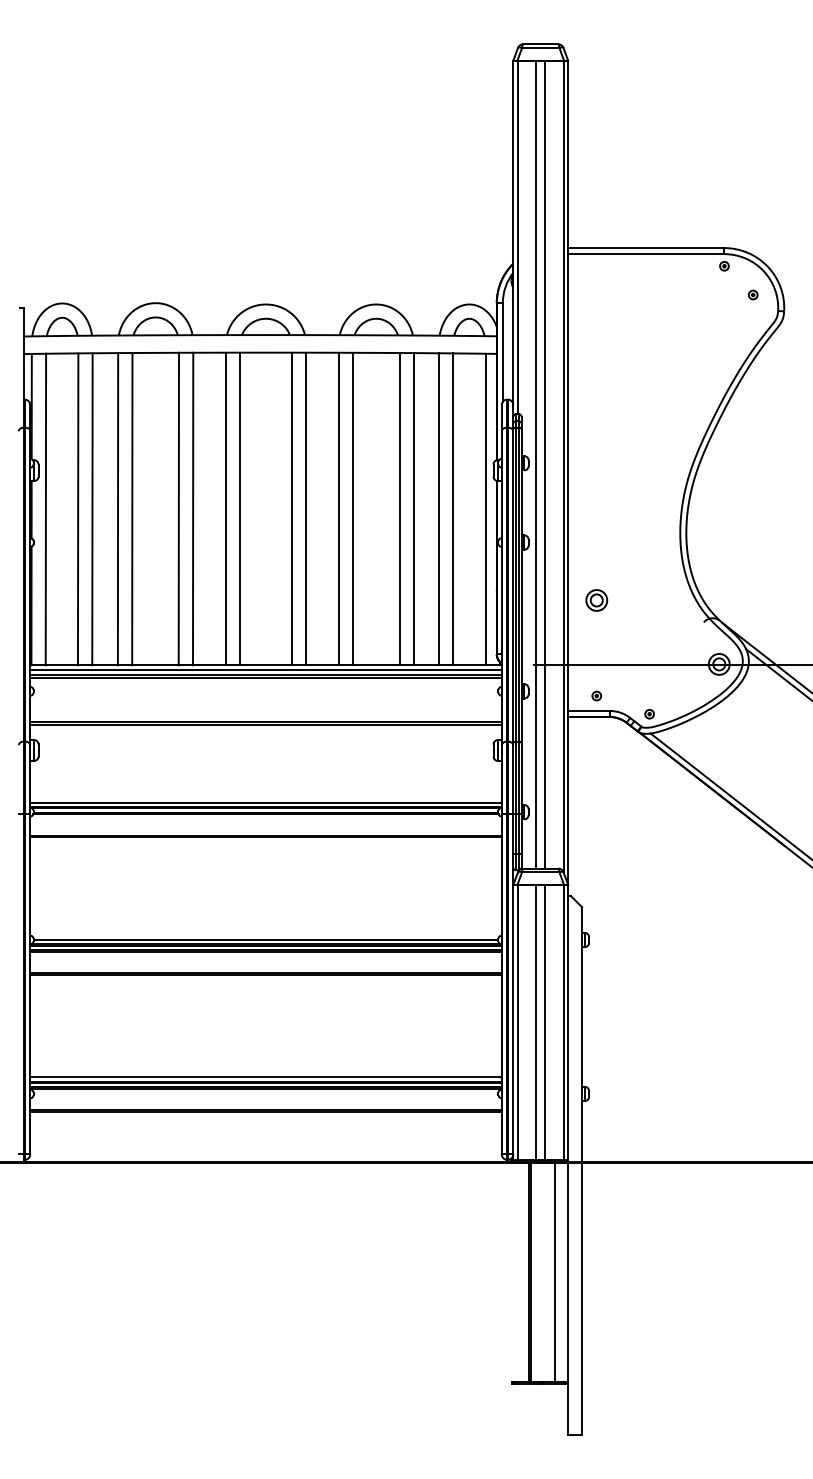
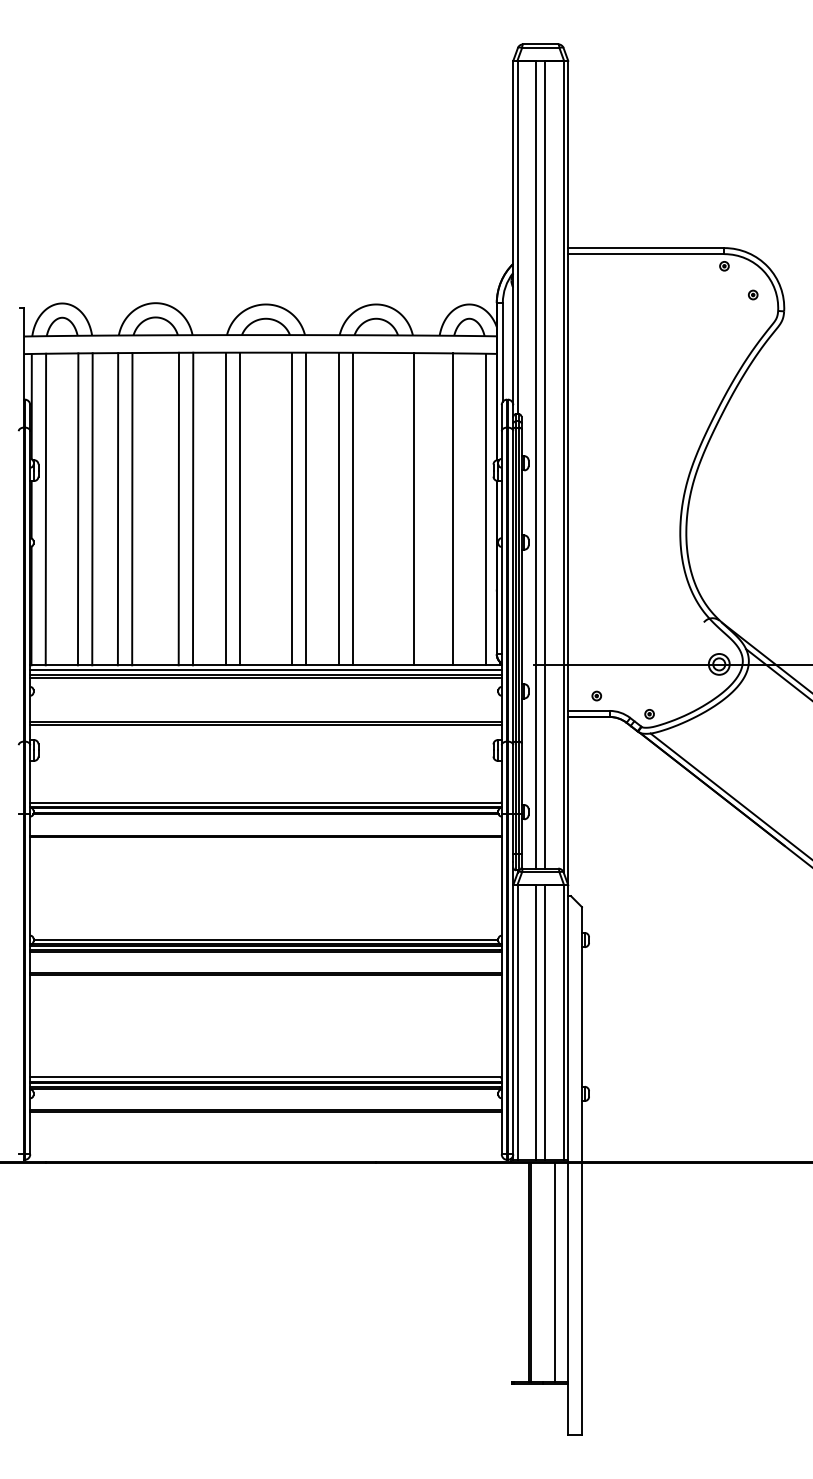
line at (399, 509): present -> none
line at (438, 509): present -> none
part at (596, 600): present -> none
